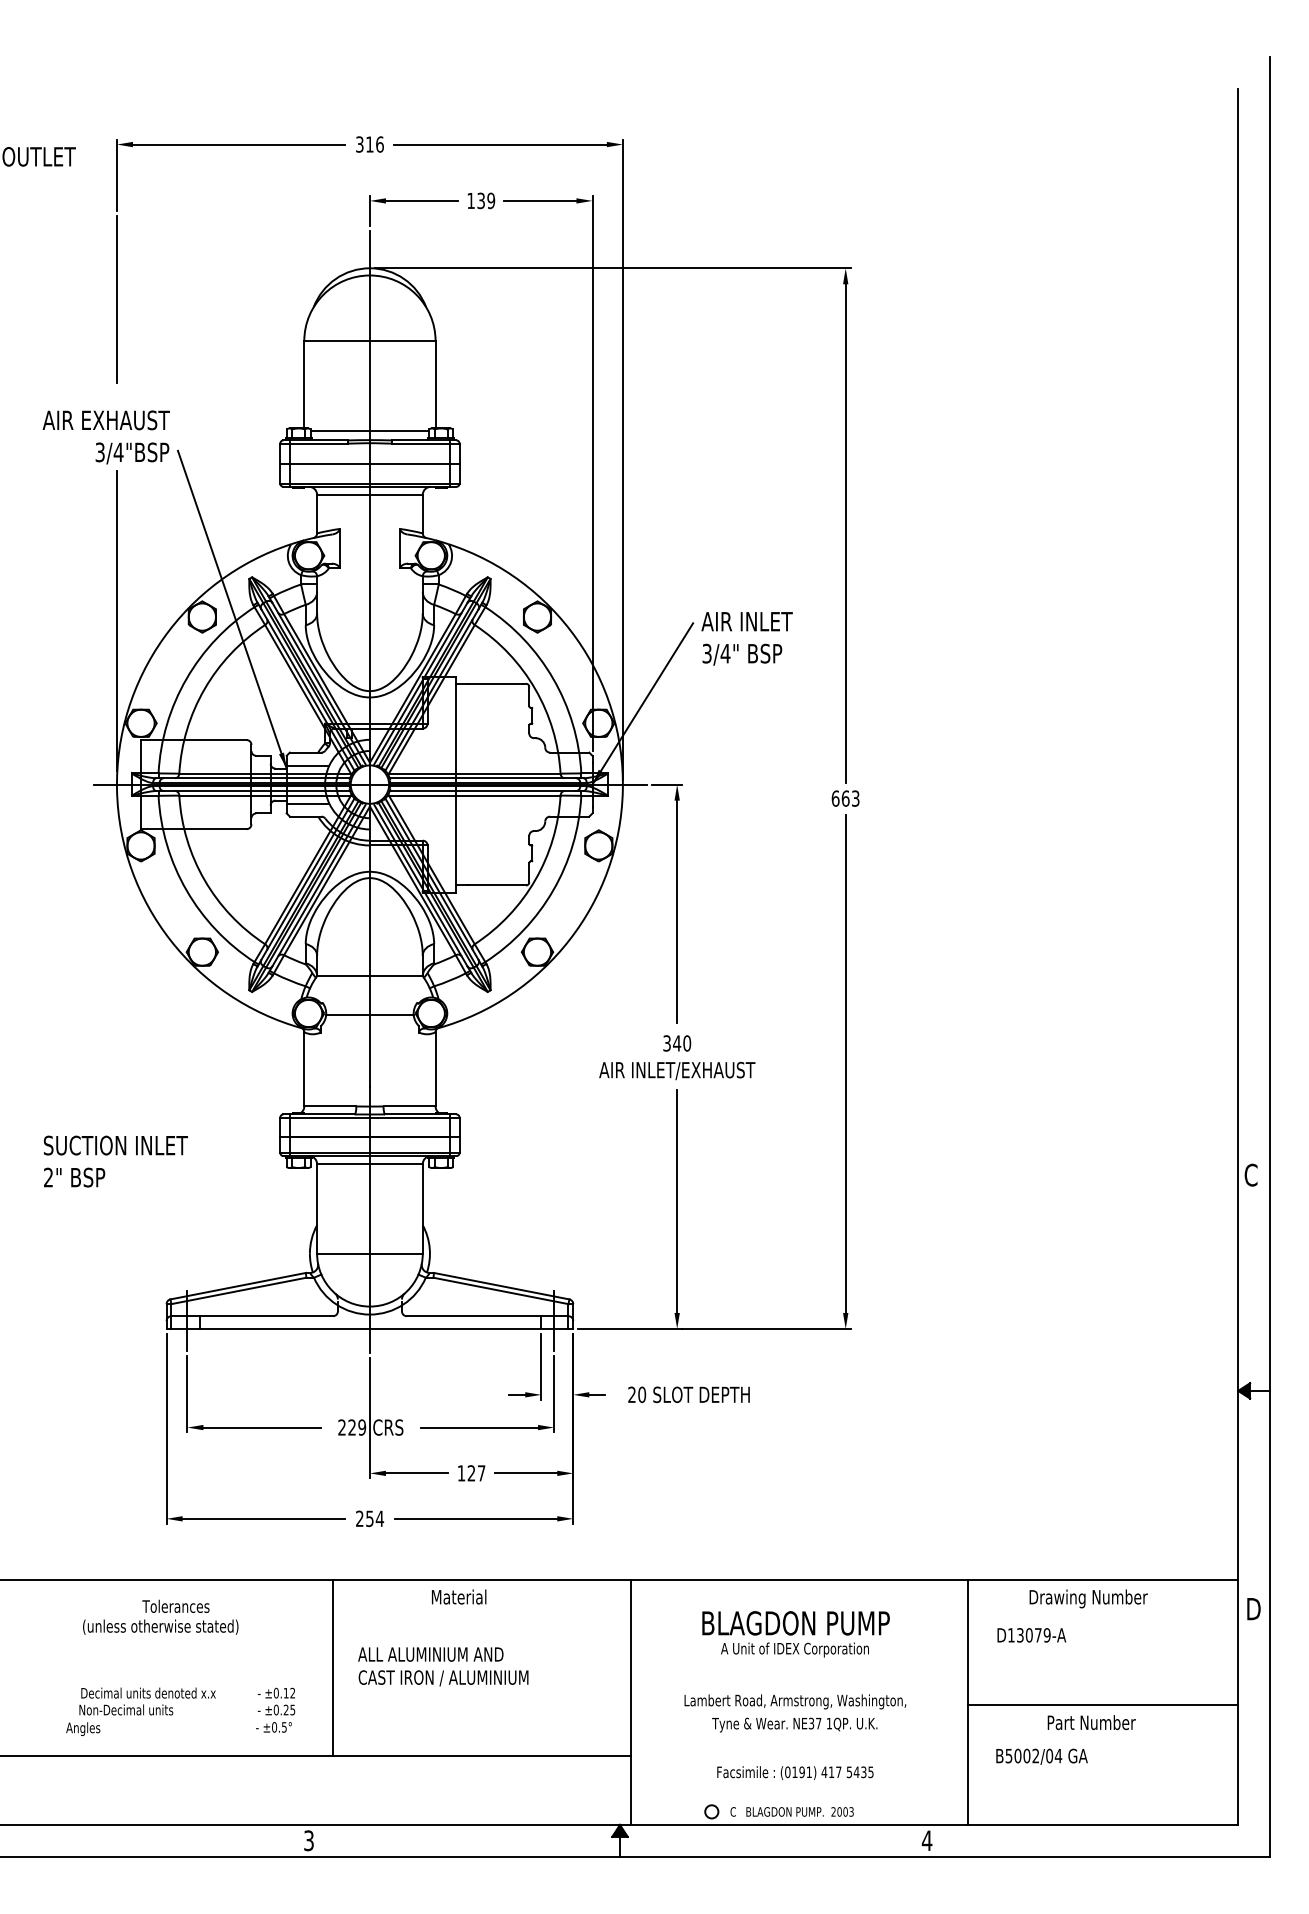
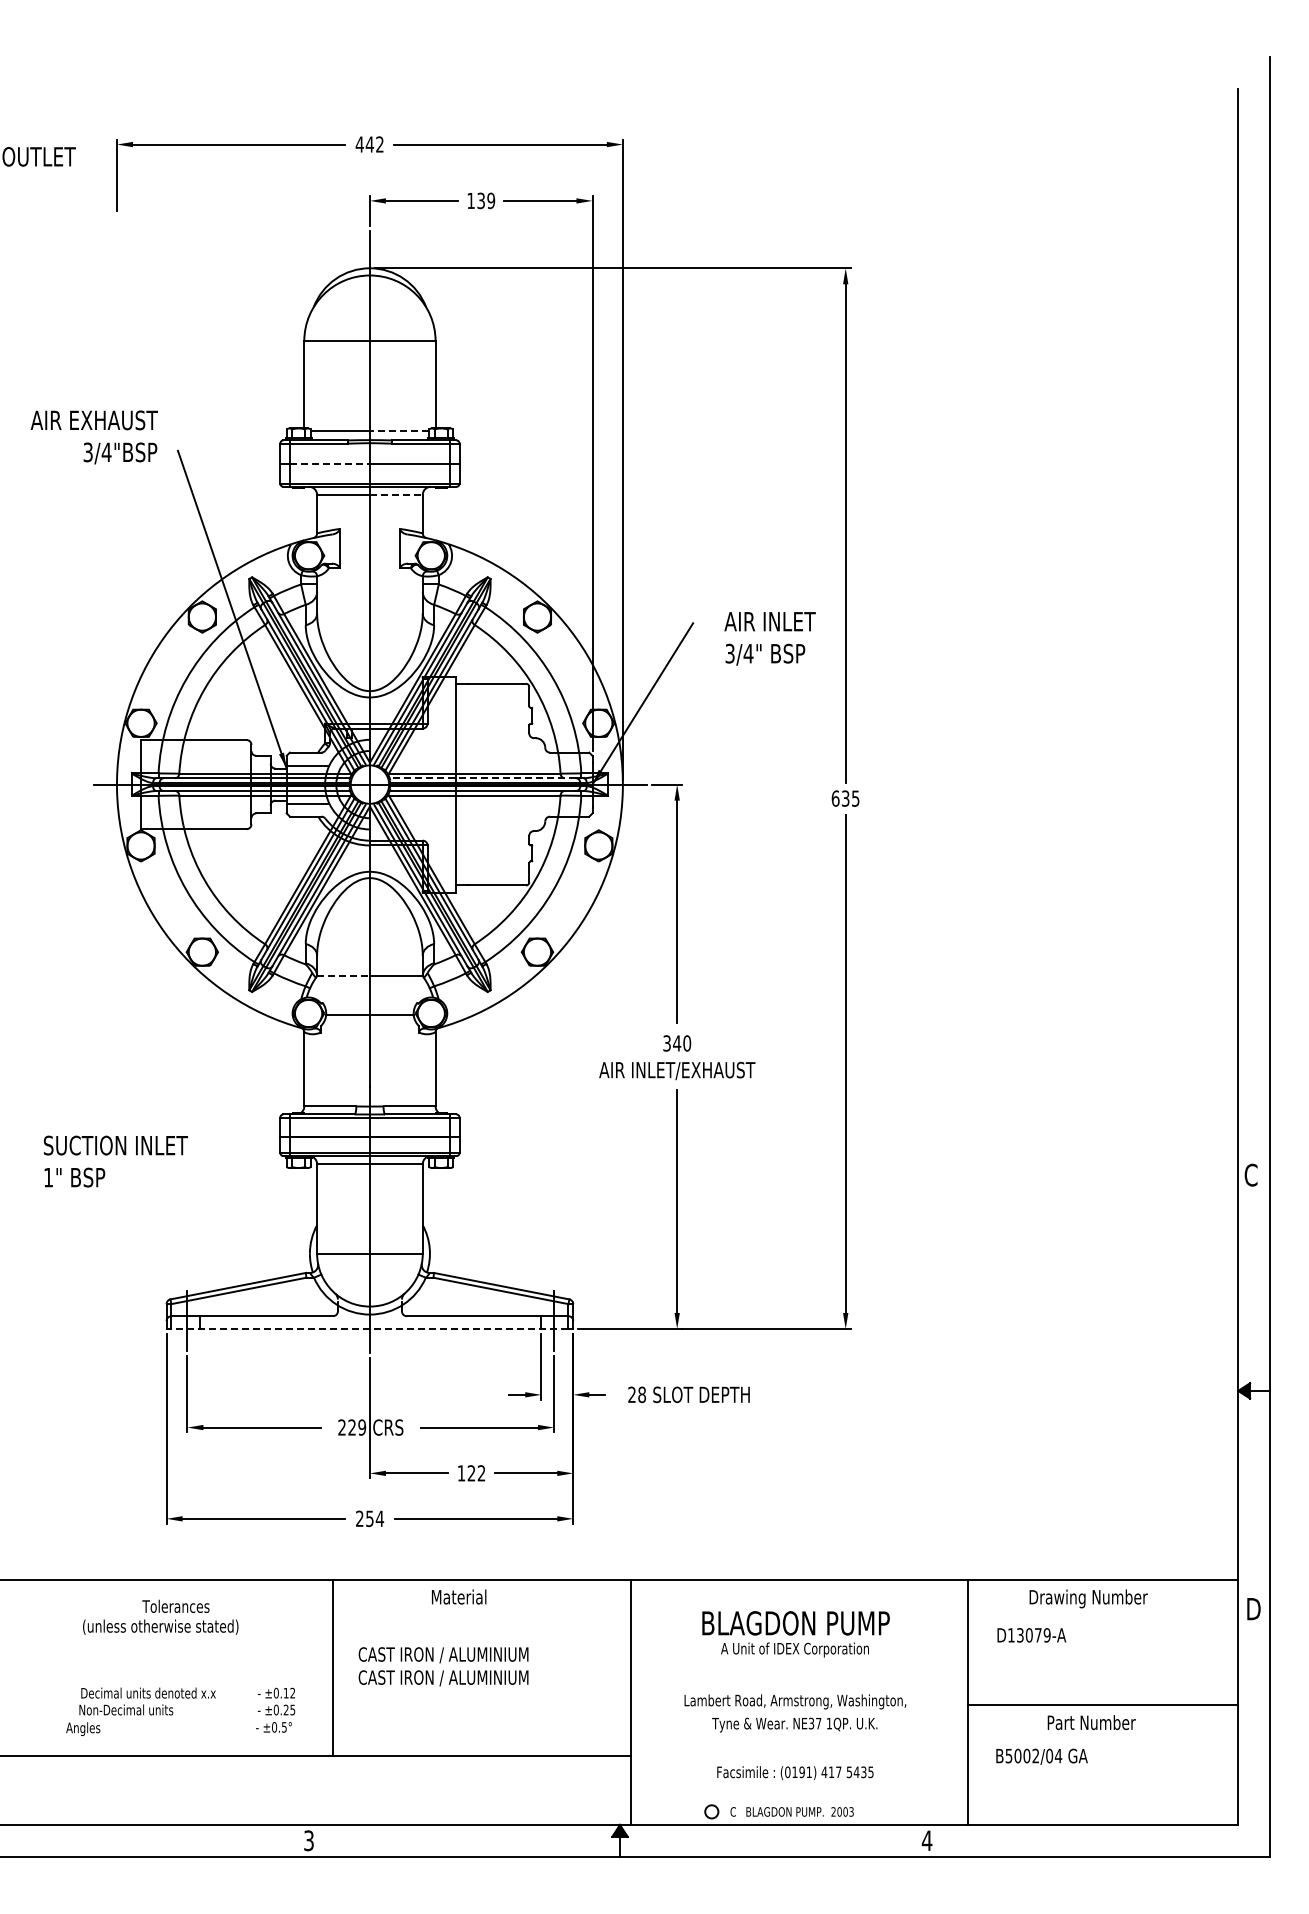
text at (369, 144): 316 -> 442
line at (116, 299): present -> none
line at (399, 430): solid -> dashed
text at (105, 437) position: (105, 437) -> (93, 437)
line at (330, 464): solid -> dashed
line at (396, 494): solid -> dashed
line at (116, 620): present -> none
text at (746, 638) position: (746, 638) -> (769, 638)
line at (482, 778): solid -> dashed
text at (850, 798): 663 -> 635
line at (344, 976): solid -> dashed
text at (48, 1177): 2" -> 1"
line at (369, 1328): solid -> dashed
text at (642, 1394): 20 -> 28
text at (481, 1473): 127 -> 122
text at (443, 1655): ALL ALUMINIUM AND -> CAST IRON / ALUMINIUM
